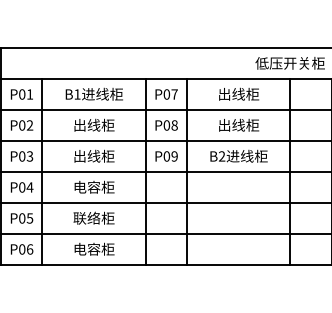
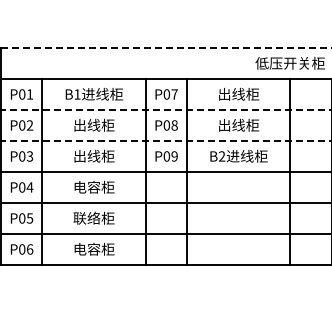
line at (166, 48): solid -> dashed
line at (166, 110): solid -> dashed
line at (166, 141): solid -> dashed
